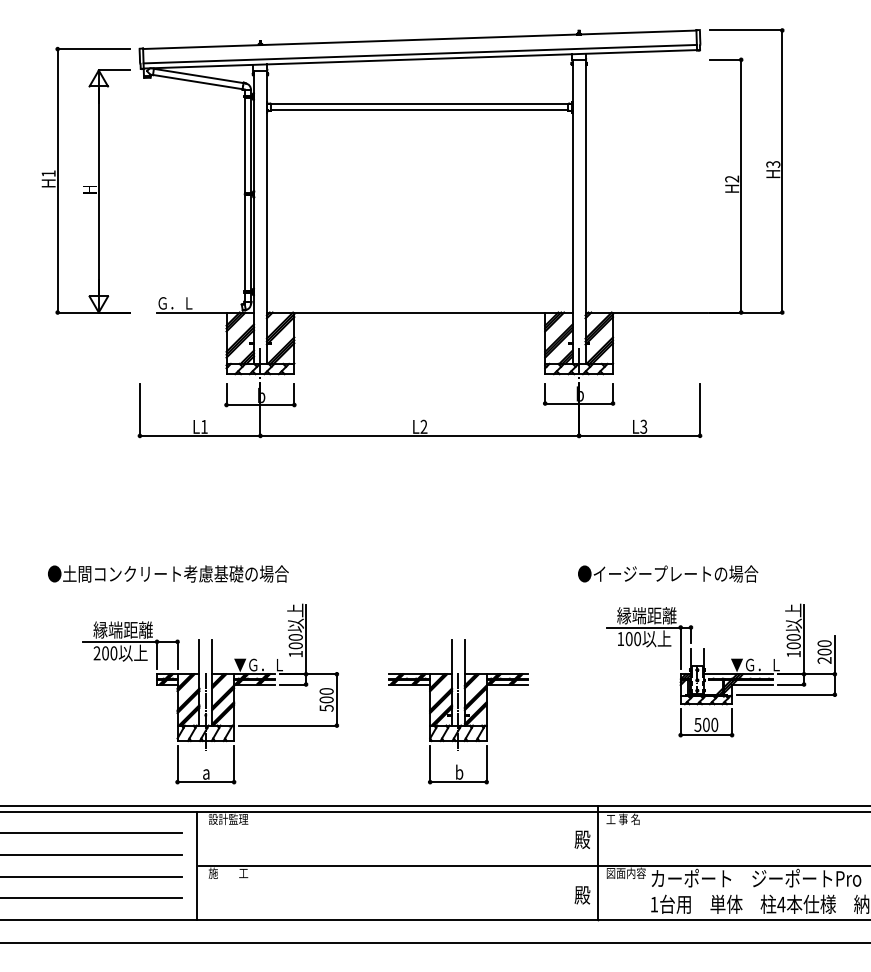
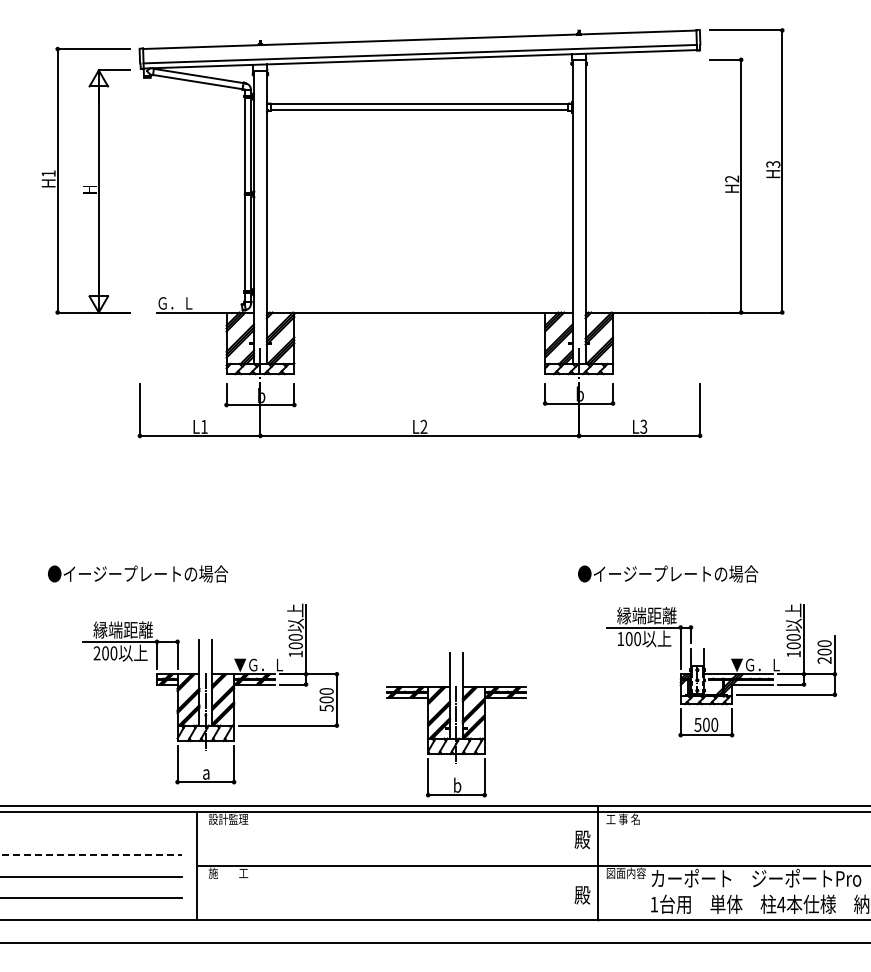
text at (175, 573): ●土間コンクリート考慮基礎の場合 -> ●イージープレートの場合
part at (458, 711) position: (458, 711) -> (456, 724)
line at (91, 833): present -> none
line at (91, 854): solid -> dashed
